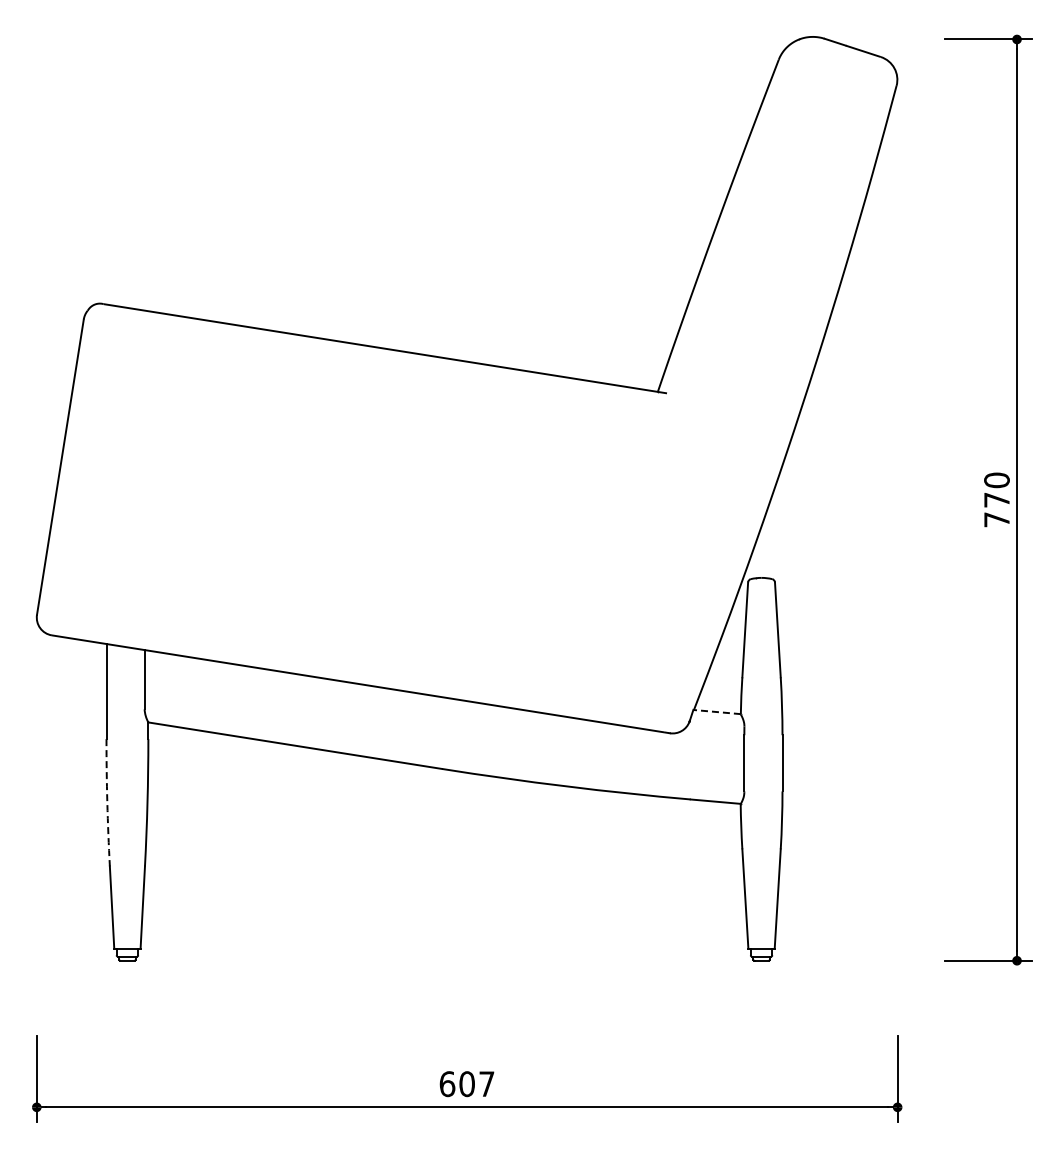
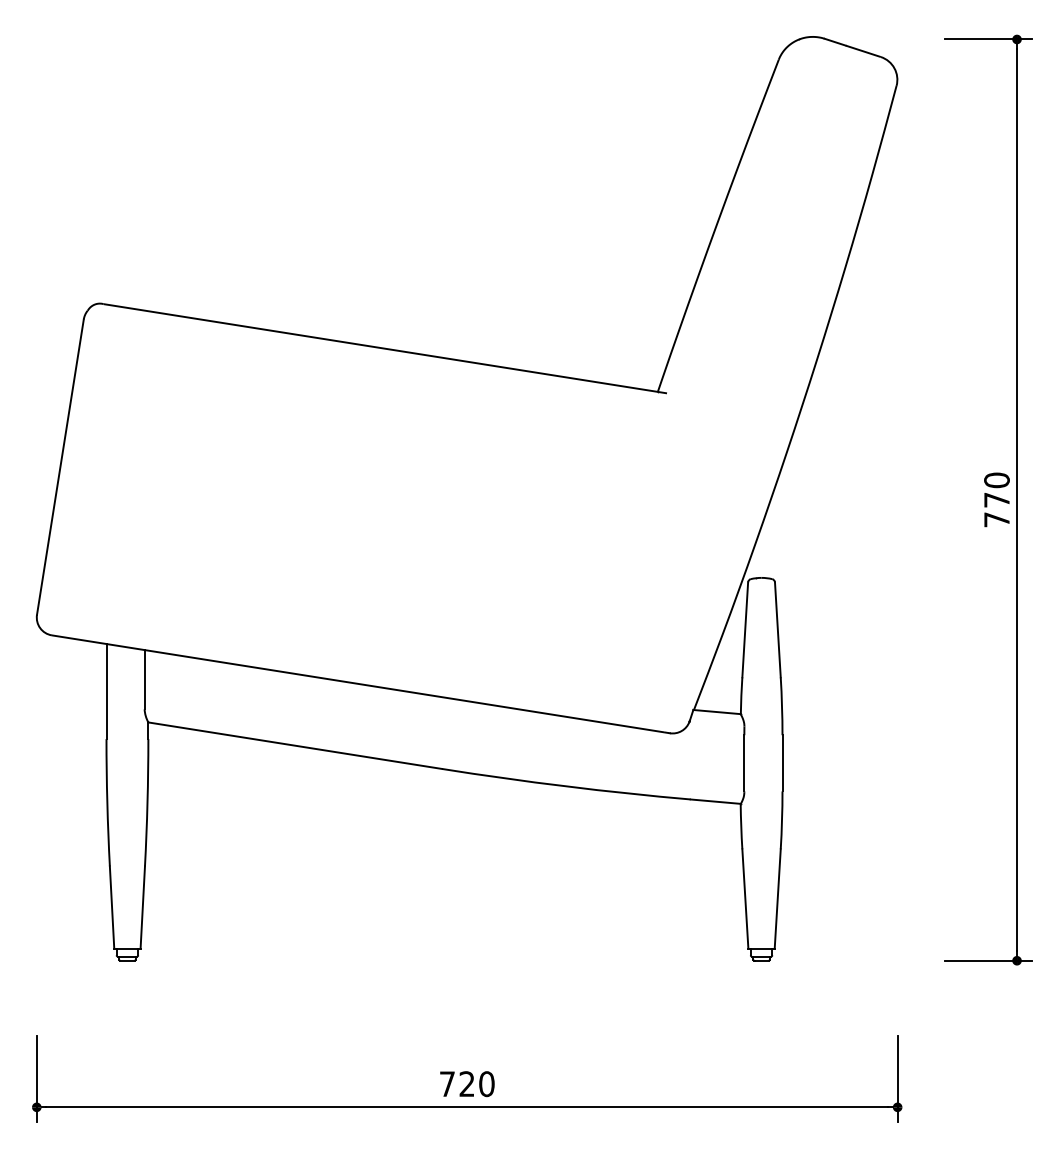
line at (717, 712): dashed -> solid
arc at (107, 802): dashed -> solid
text at (466, 1084): 607 -> 720
